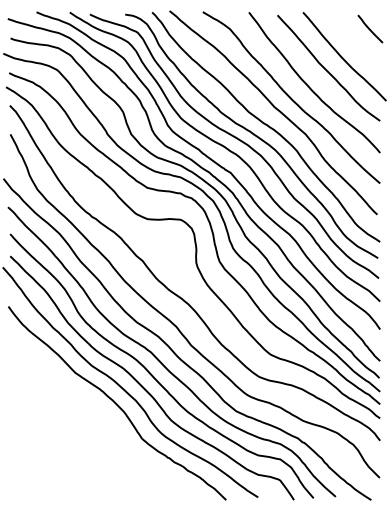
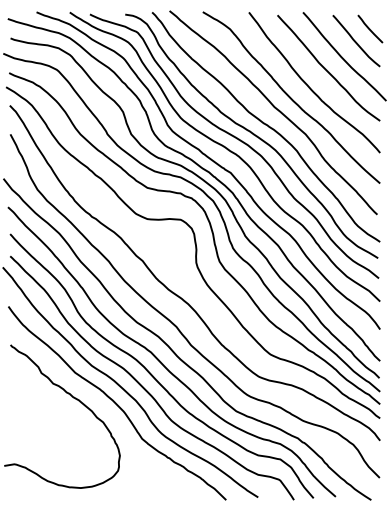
curve at (356, 41): none -> present
curve at (73, 398): none -> present
